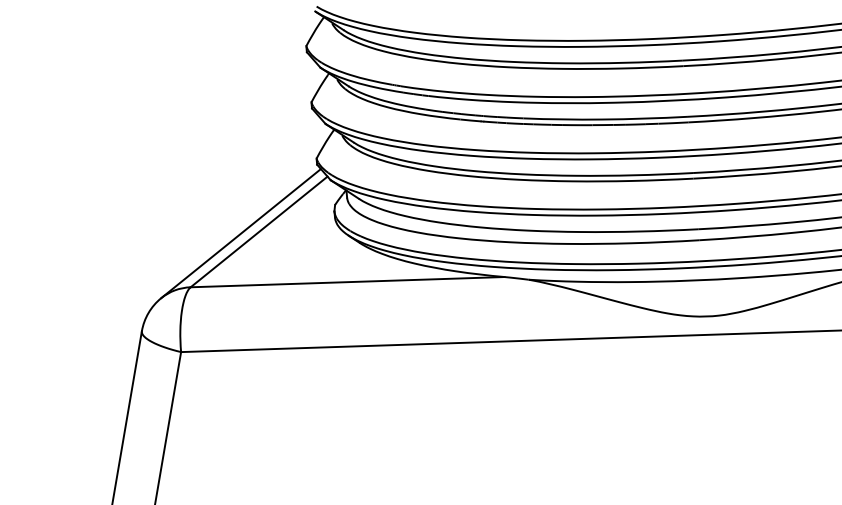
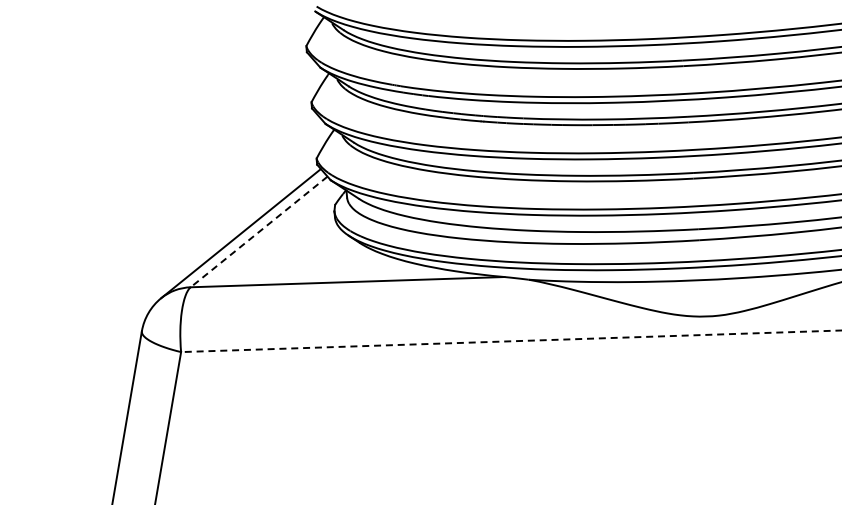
line at (258, 232): solid -> dashed
line at (510, 341): solid -> dashed
